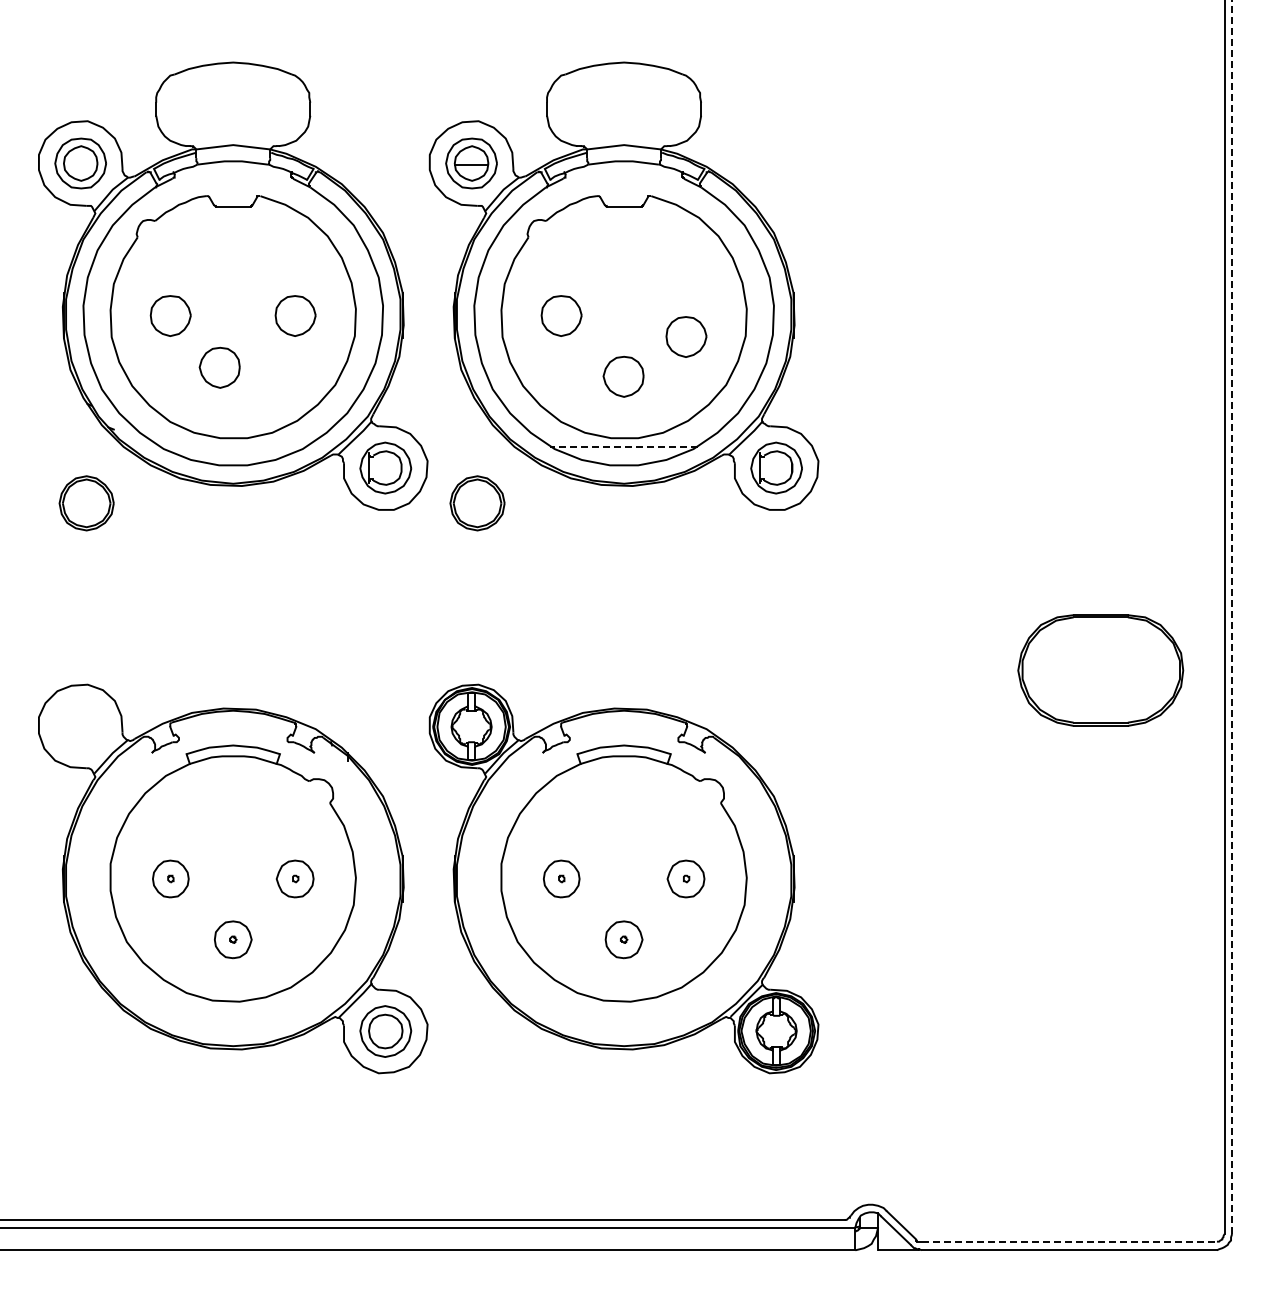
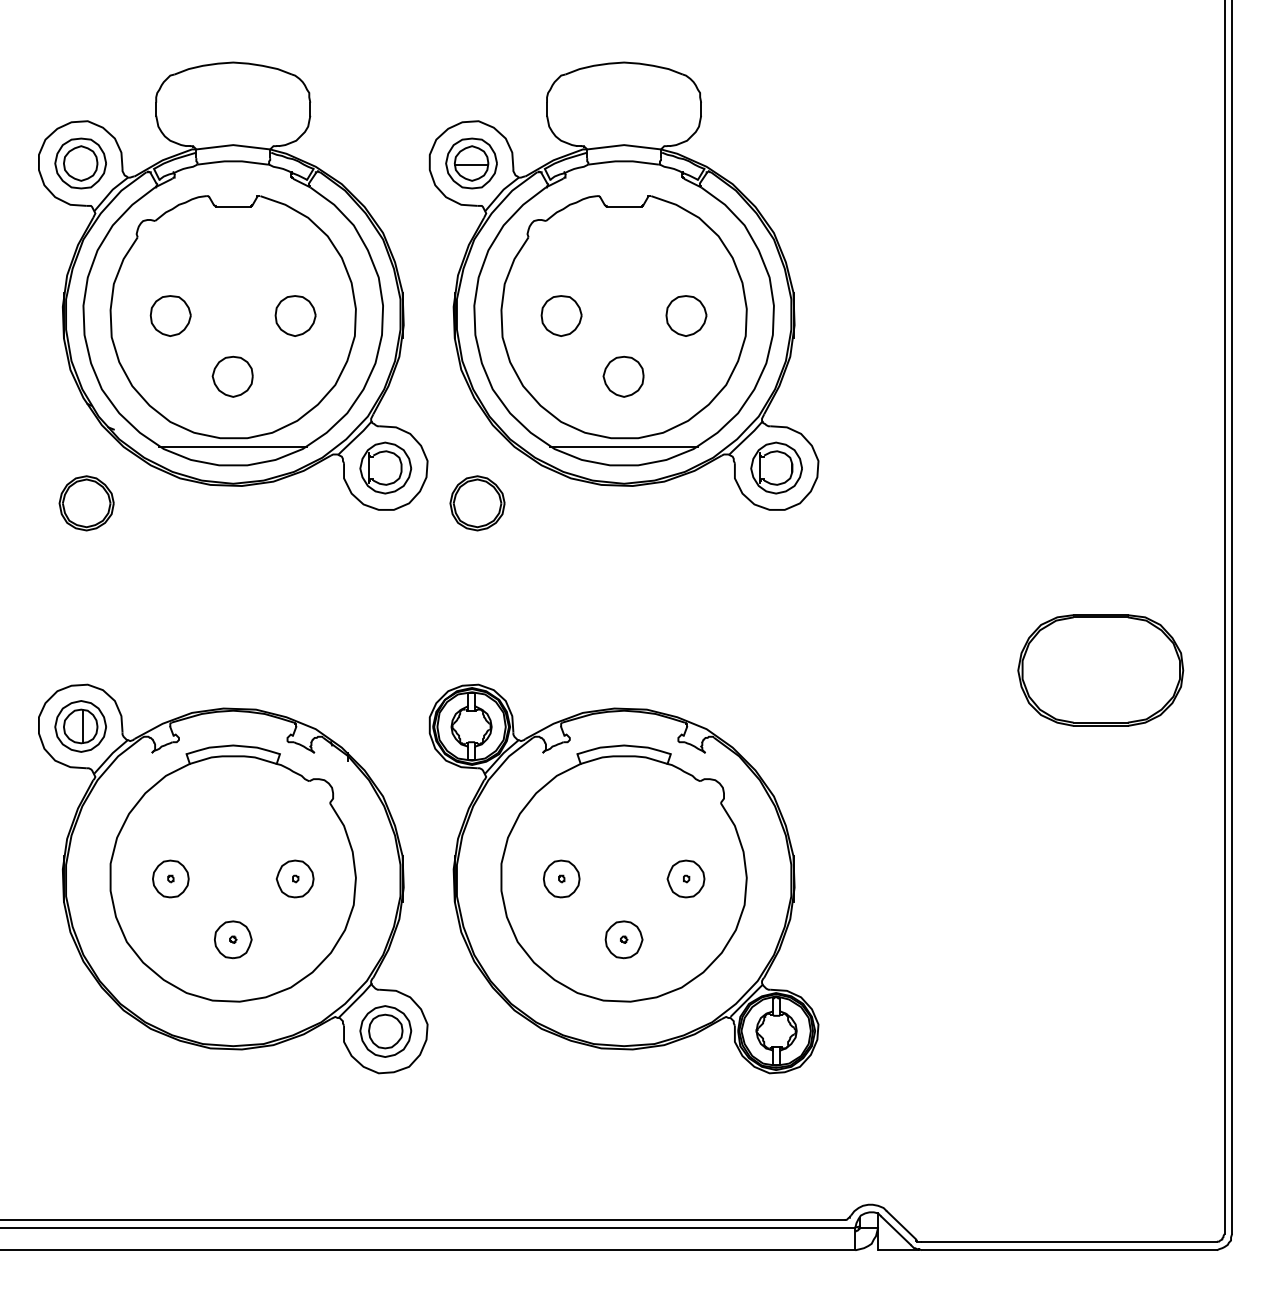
part at (686, 336) position: (686, 336) -> (686, 315)
part at (219, 367) position: (219, 367) -> (232, 376)
line at (233, 446): none -> present
line at (624, 446): dashed -> solid
line at (1232, 617): dashed -> solid
part at (80, 726): none -> present
line at (1069, 1241): dashed -> solid
